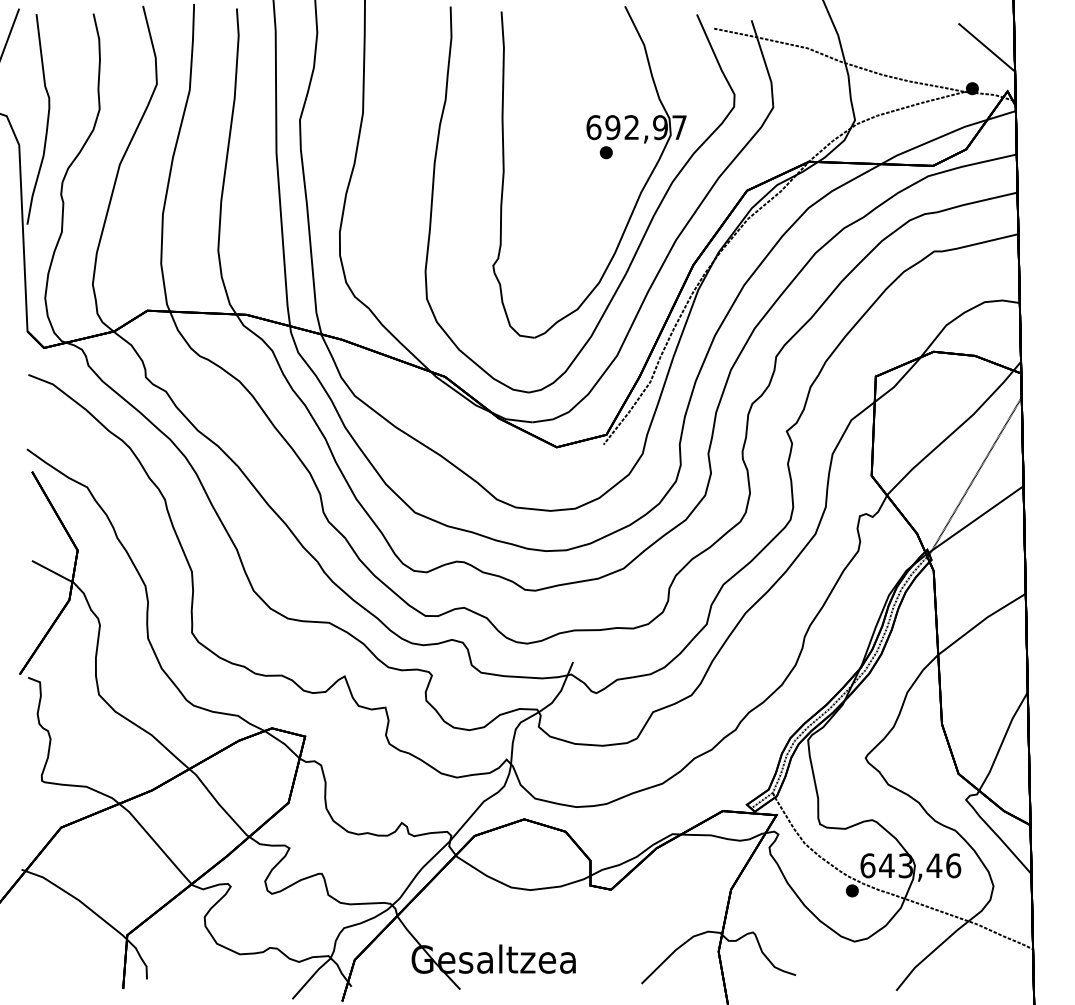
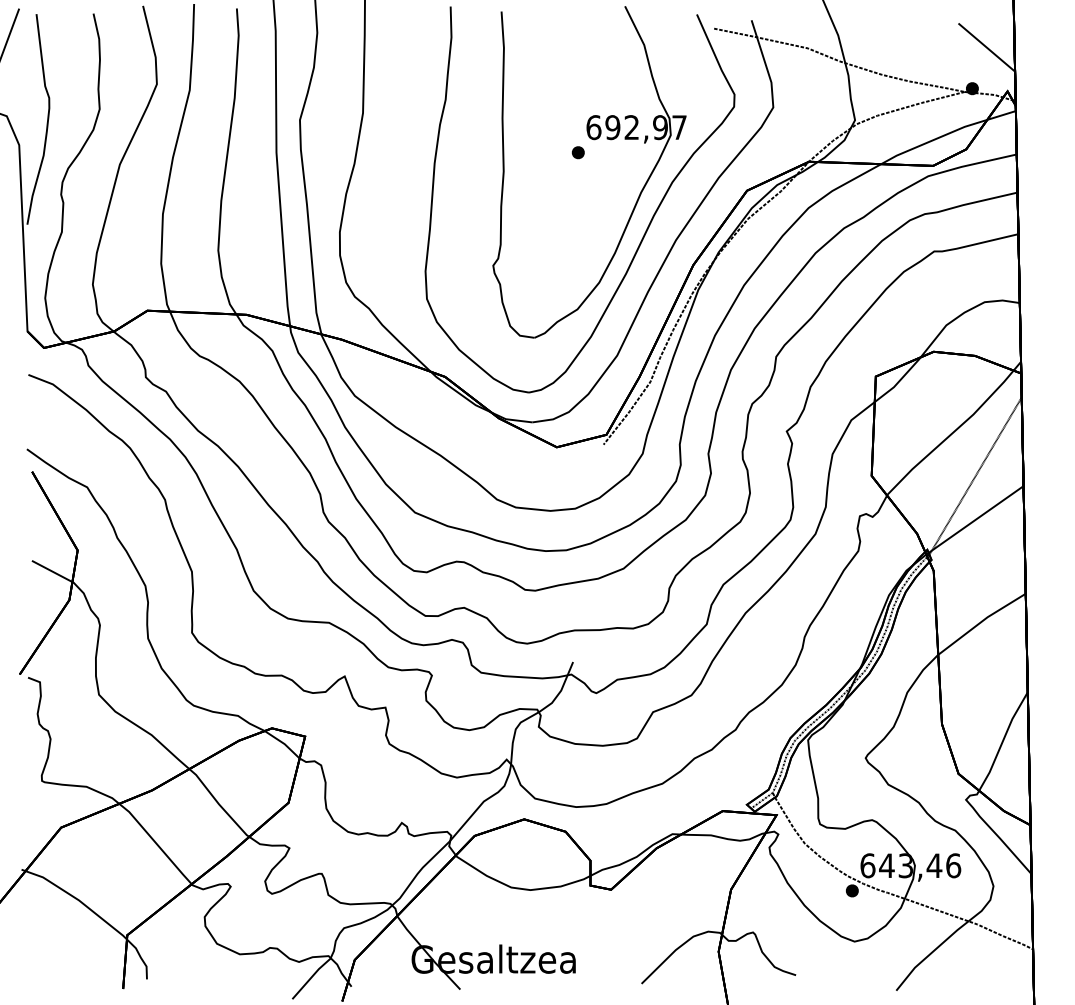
part at (605, 152) position: (605, 152) -> (577, 152)
